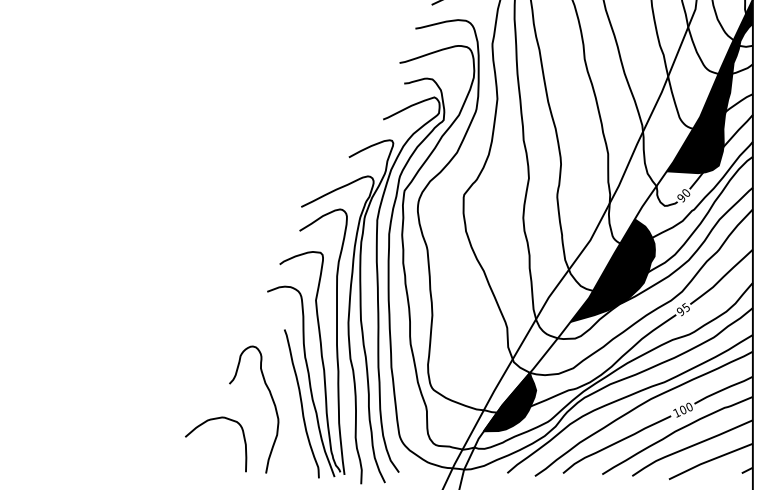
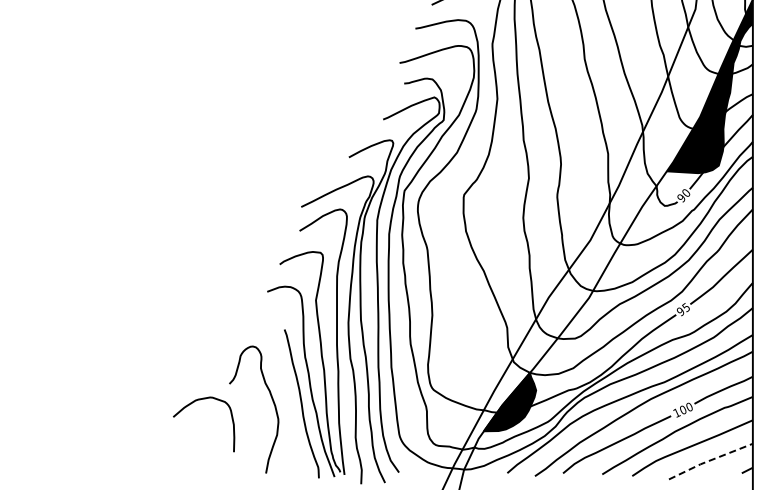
fill at (612, 270): present -> none
curve at (203, 424) position: (203, 424) -> (191, 404)
line at (710, 460): solid -> dashed
